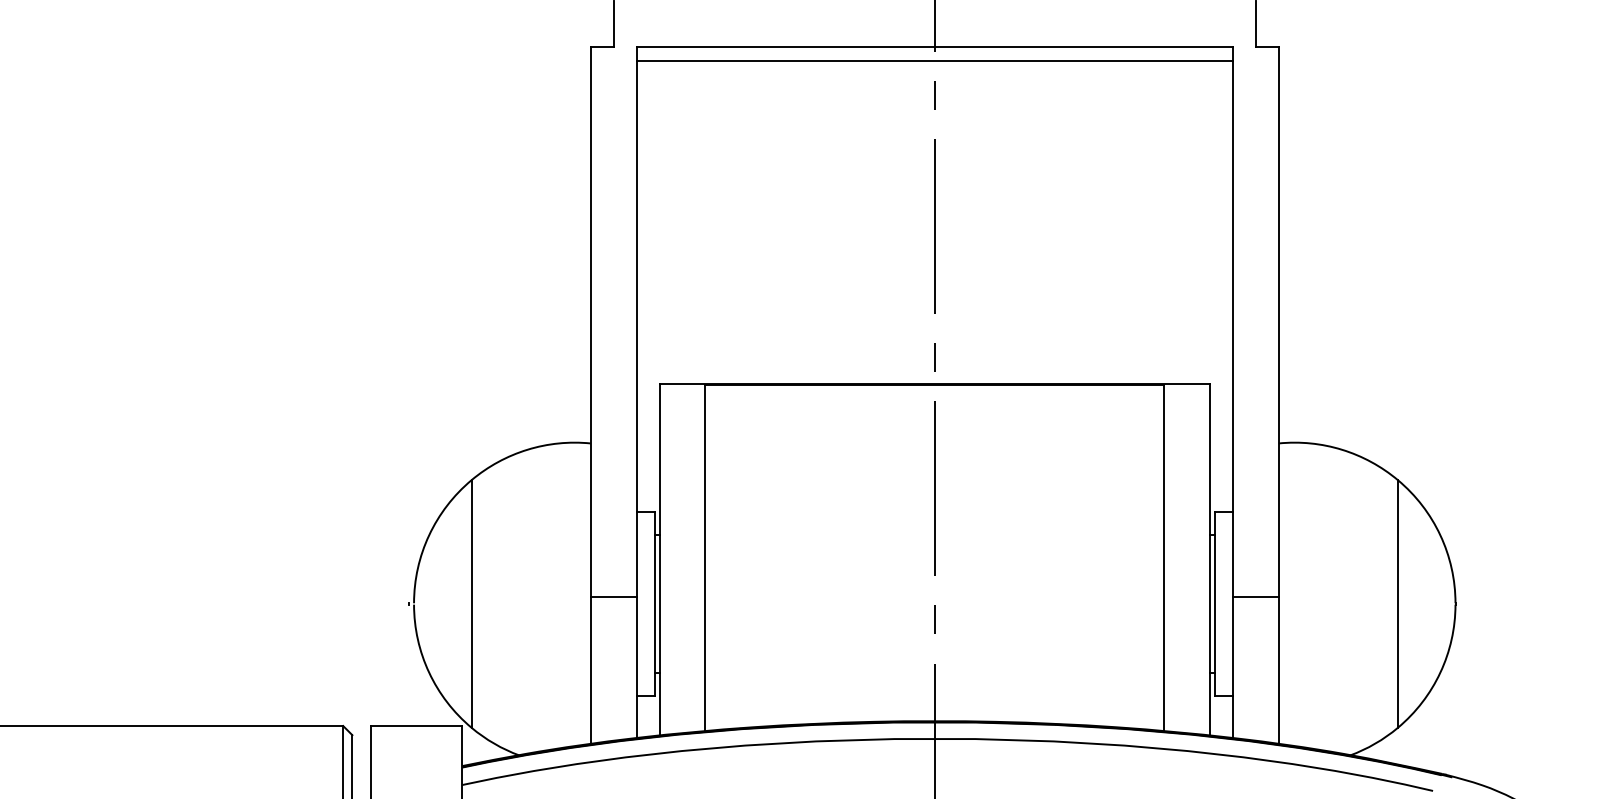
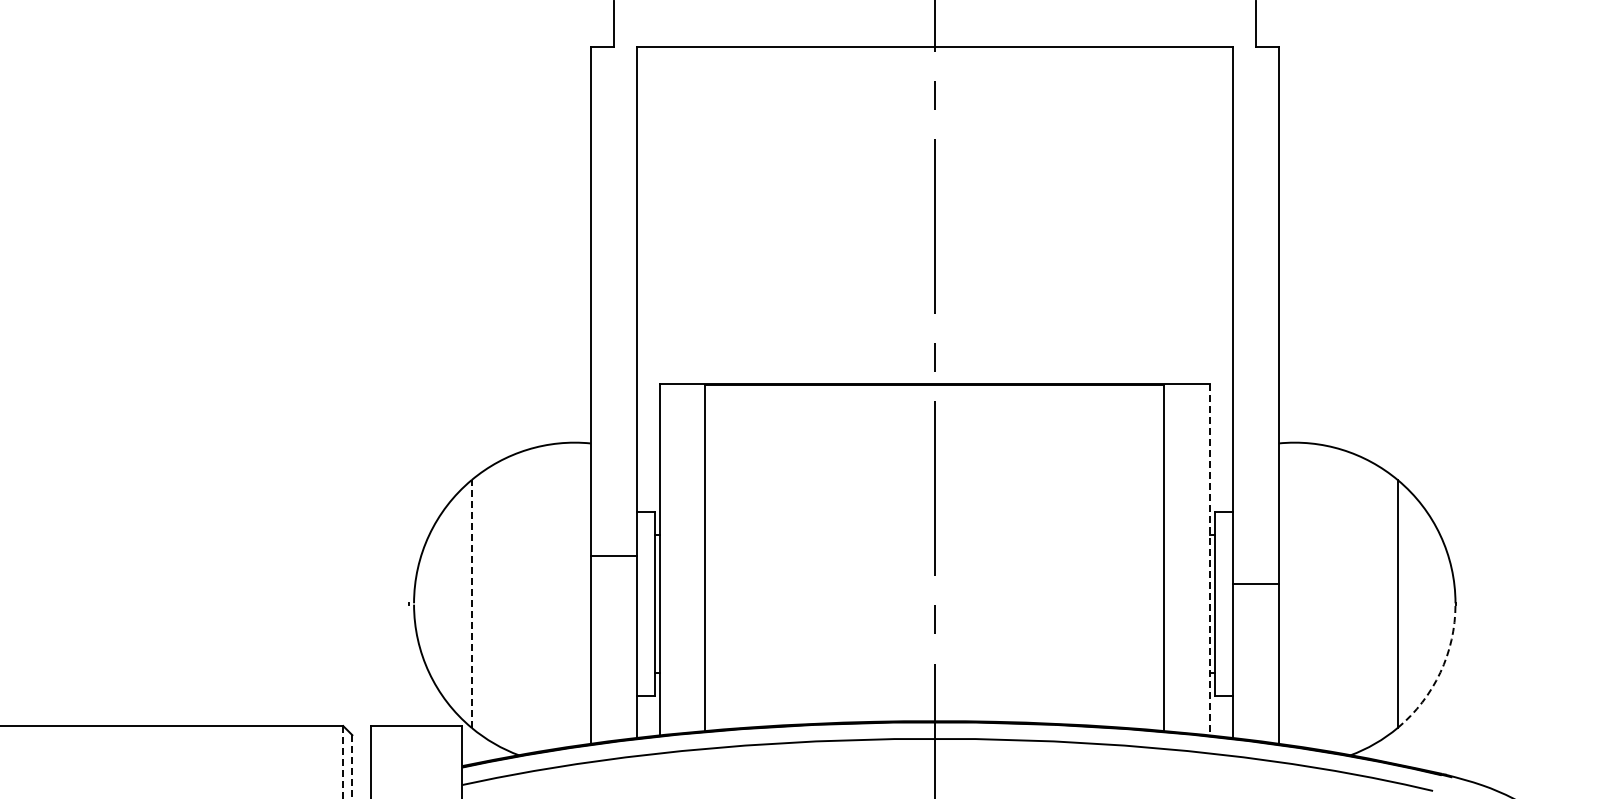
line at (934, 61): present -> none
line at (1209, 560): solid -> dashed
line at (613, 596) position: (613, 596) -> (613, 555)
line at (1255, 596) position: (1255, 596) -> (1255, 583)
line at (471, 603): solid -> dashed
arc at (1440, 672): solid -> dashed
line at (343, 762): solid -> dashed
line at (352, 767): solid -> dashed
